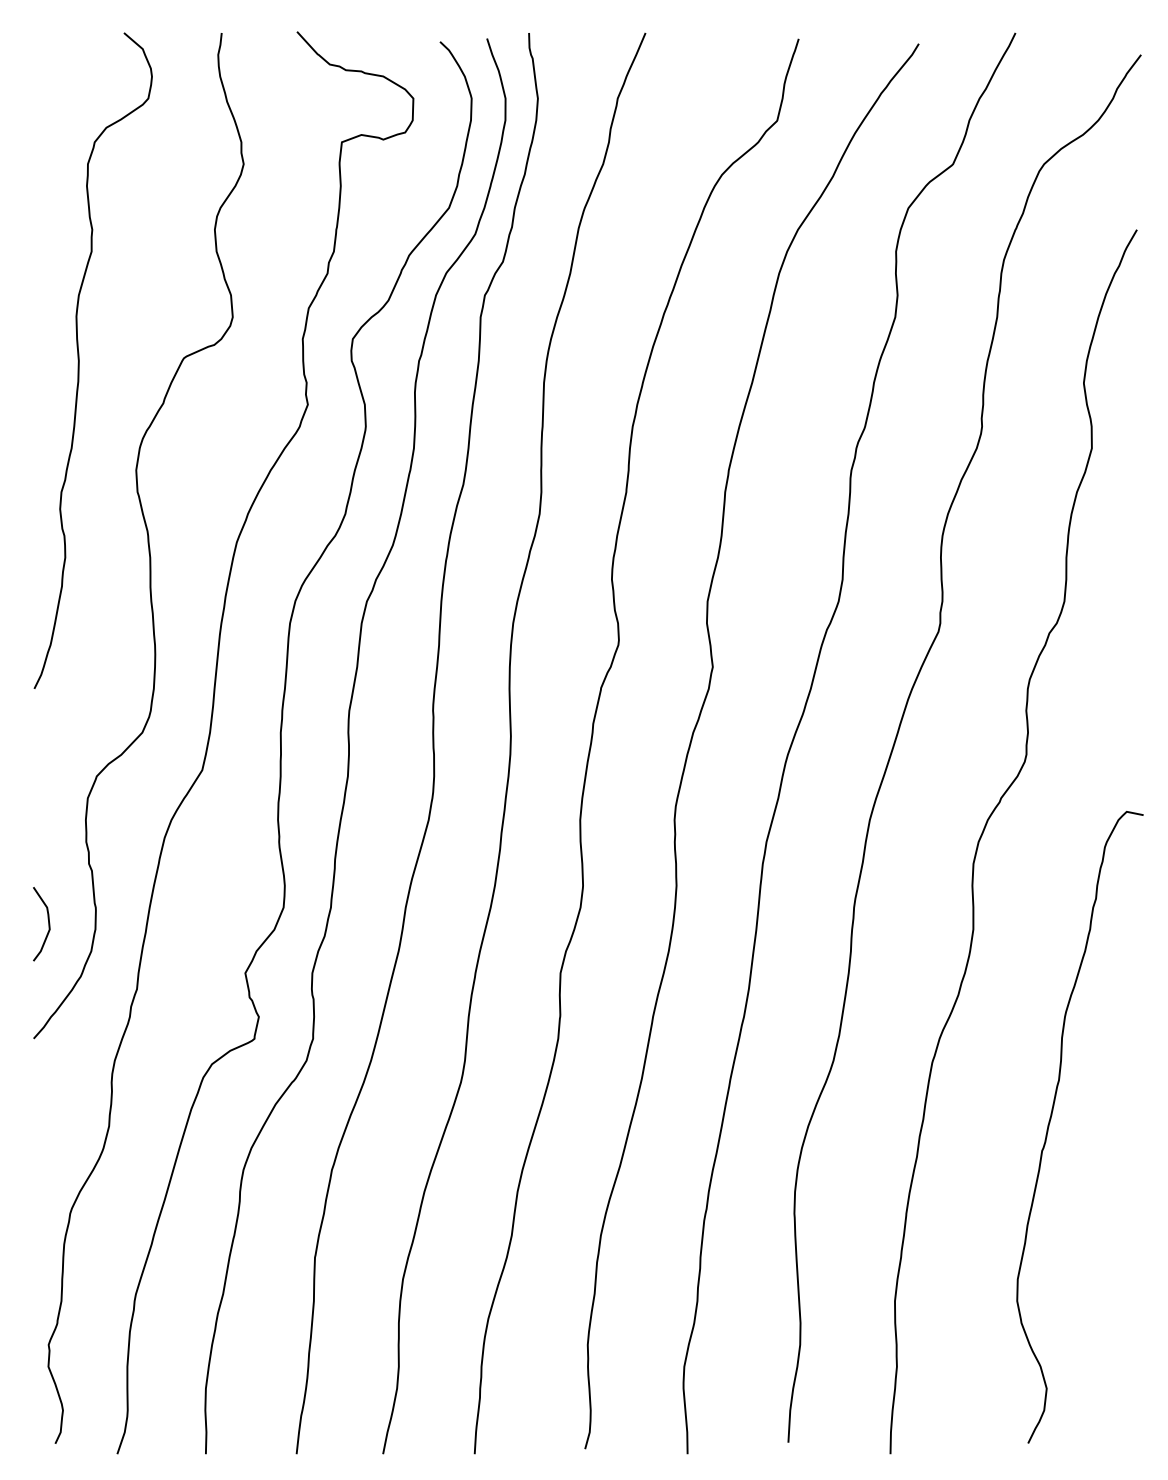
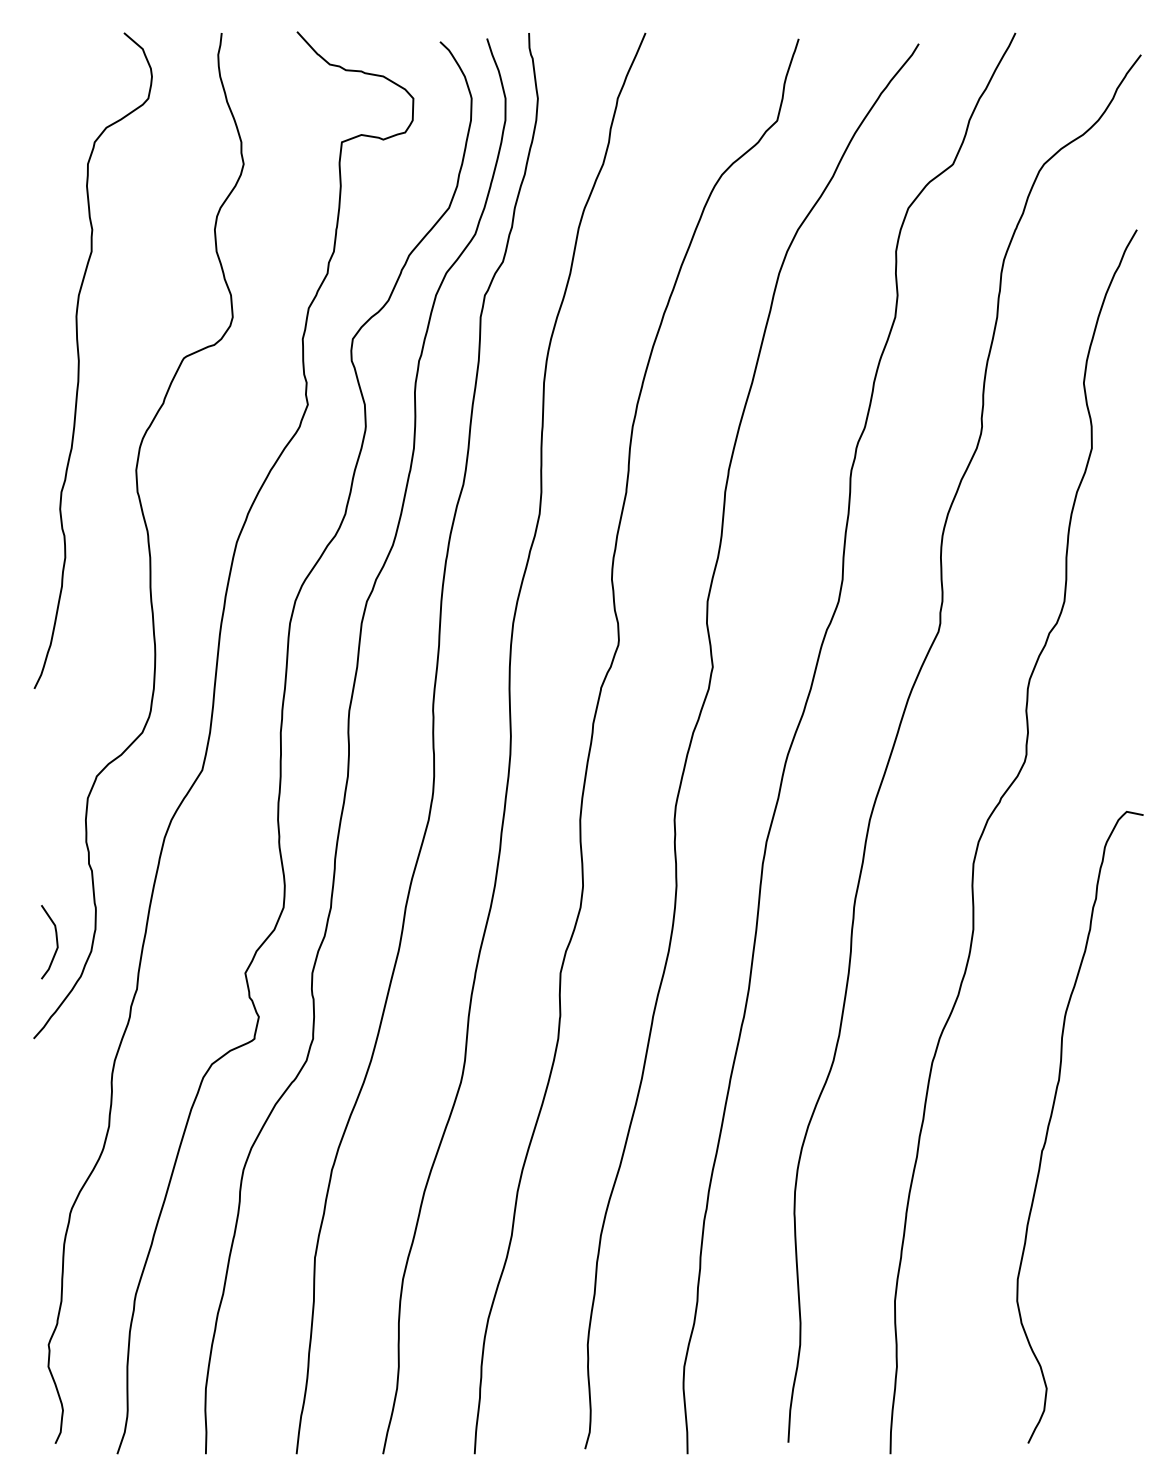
curve at (48, 924) position: (48, 924) -> (56, 942)
